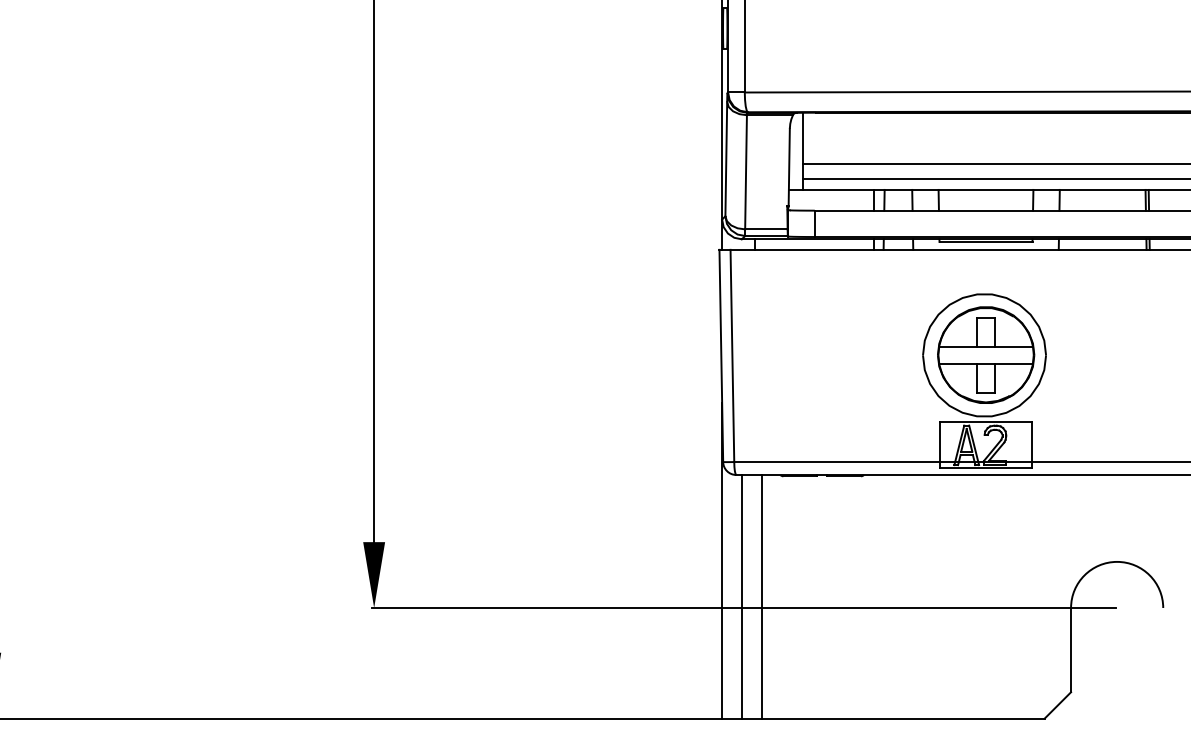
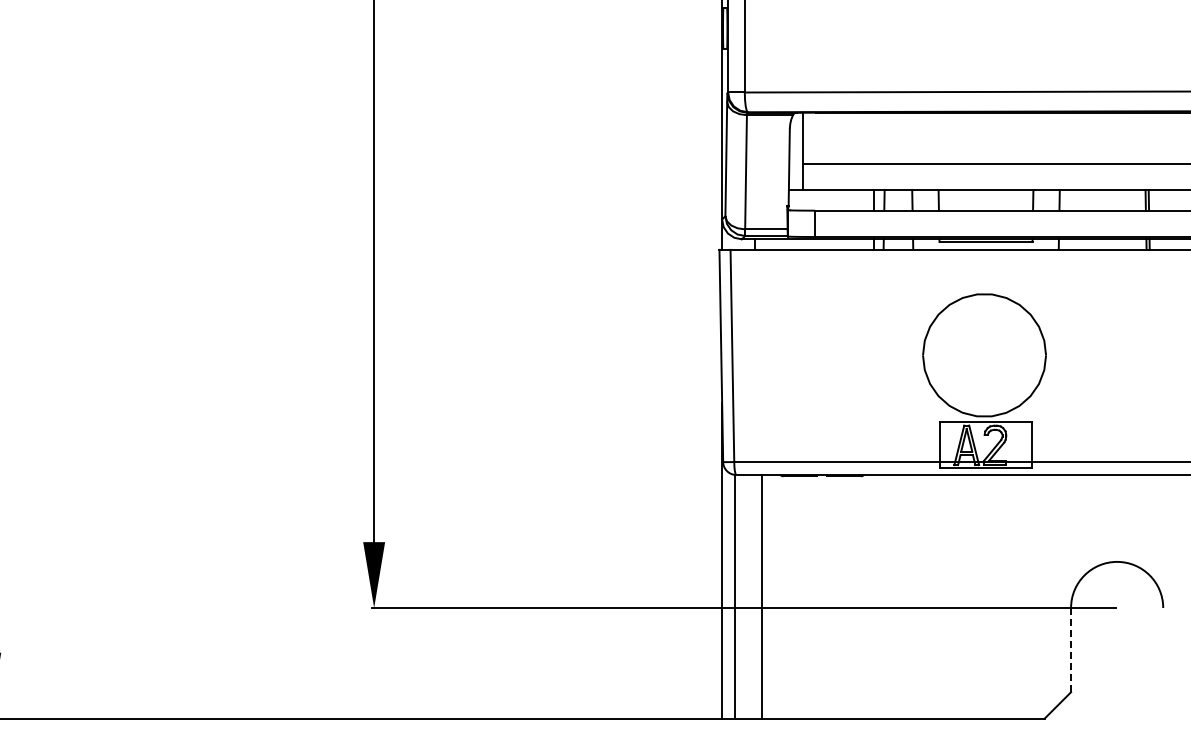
line at (995, 179): present -> none
part at (986, 354): present -> none
line at (741, 596) position: (741, 596) -> (734, 596)
line at (1071, 649): solid -> dashed
